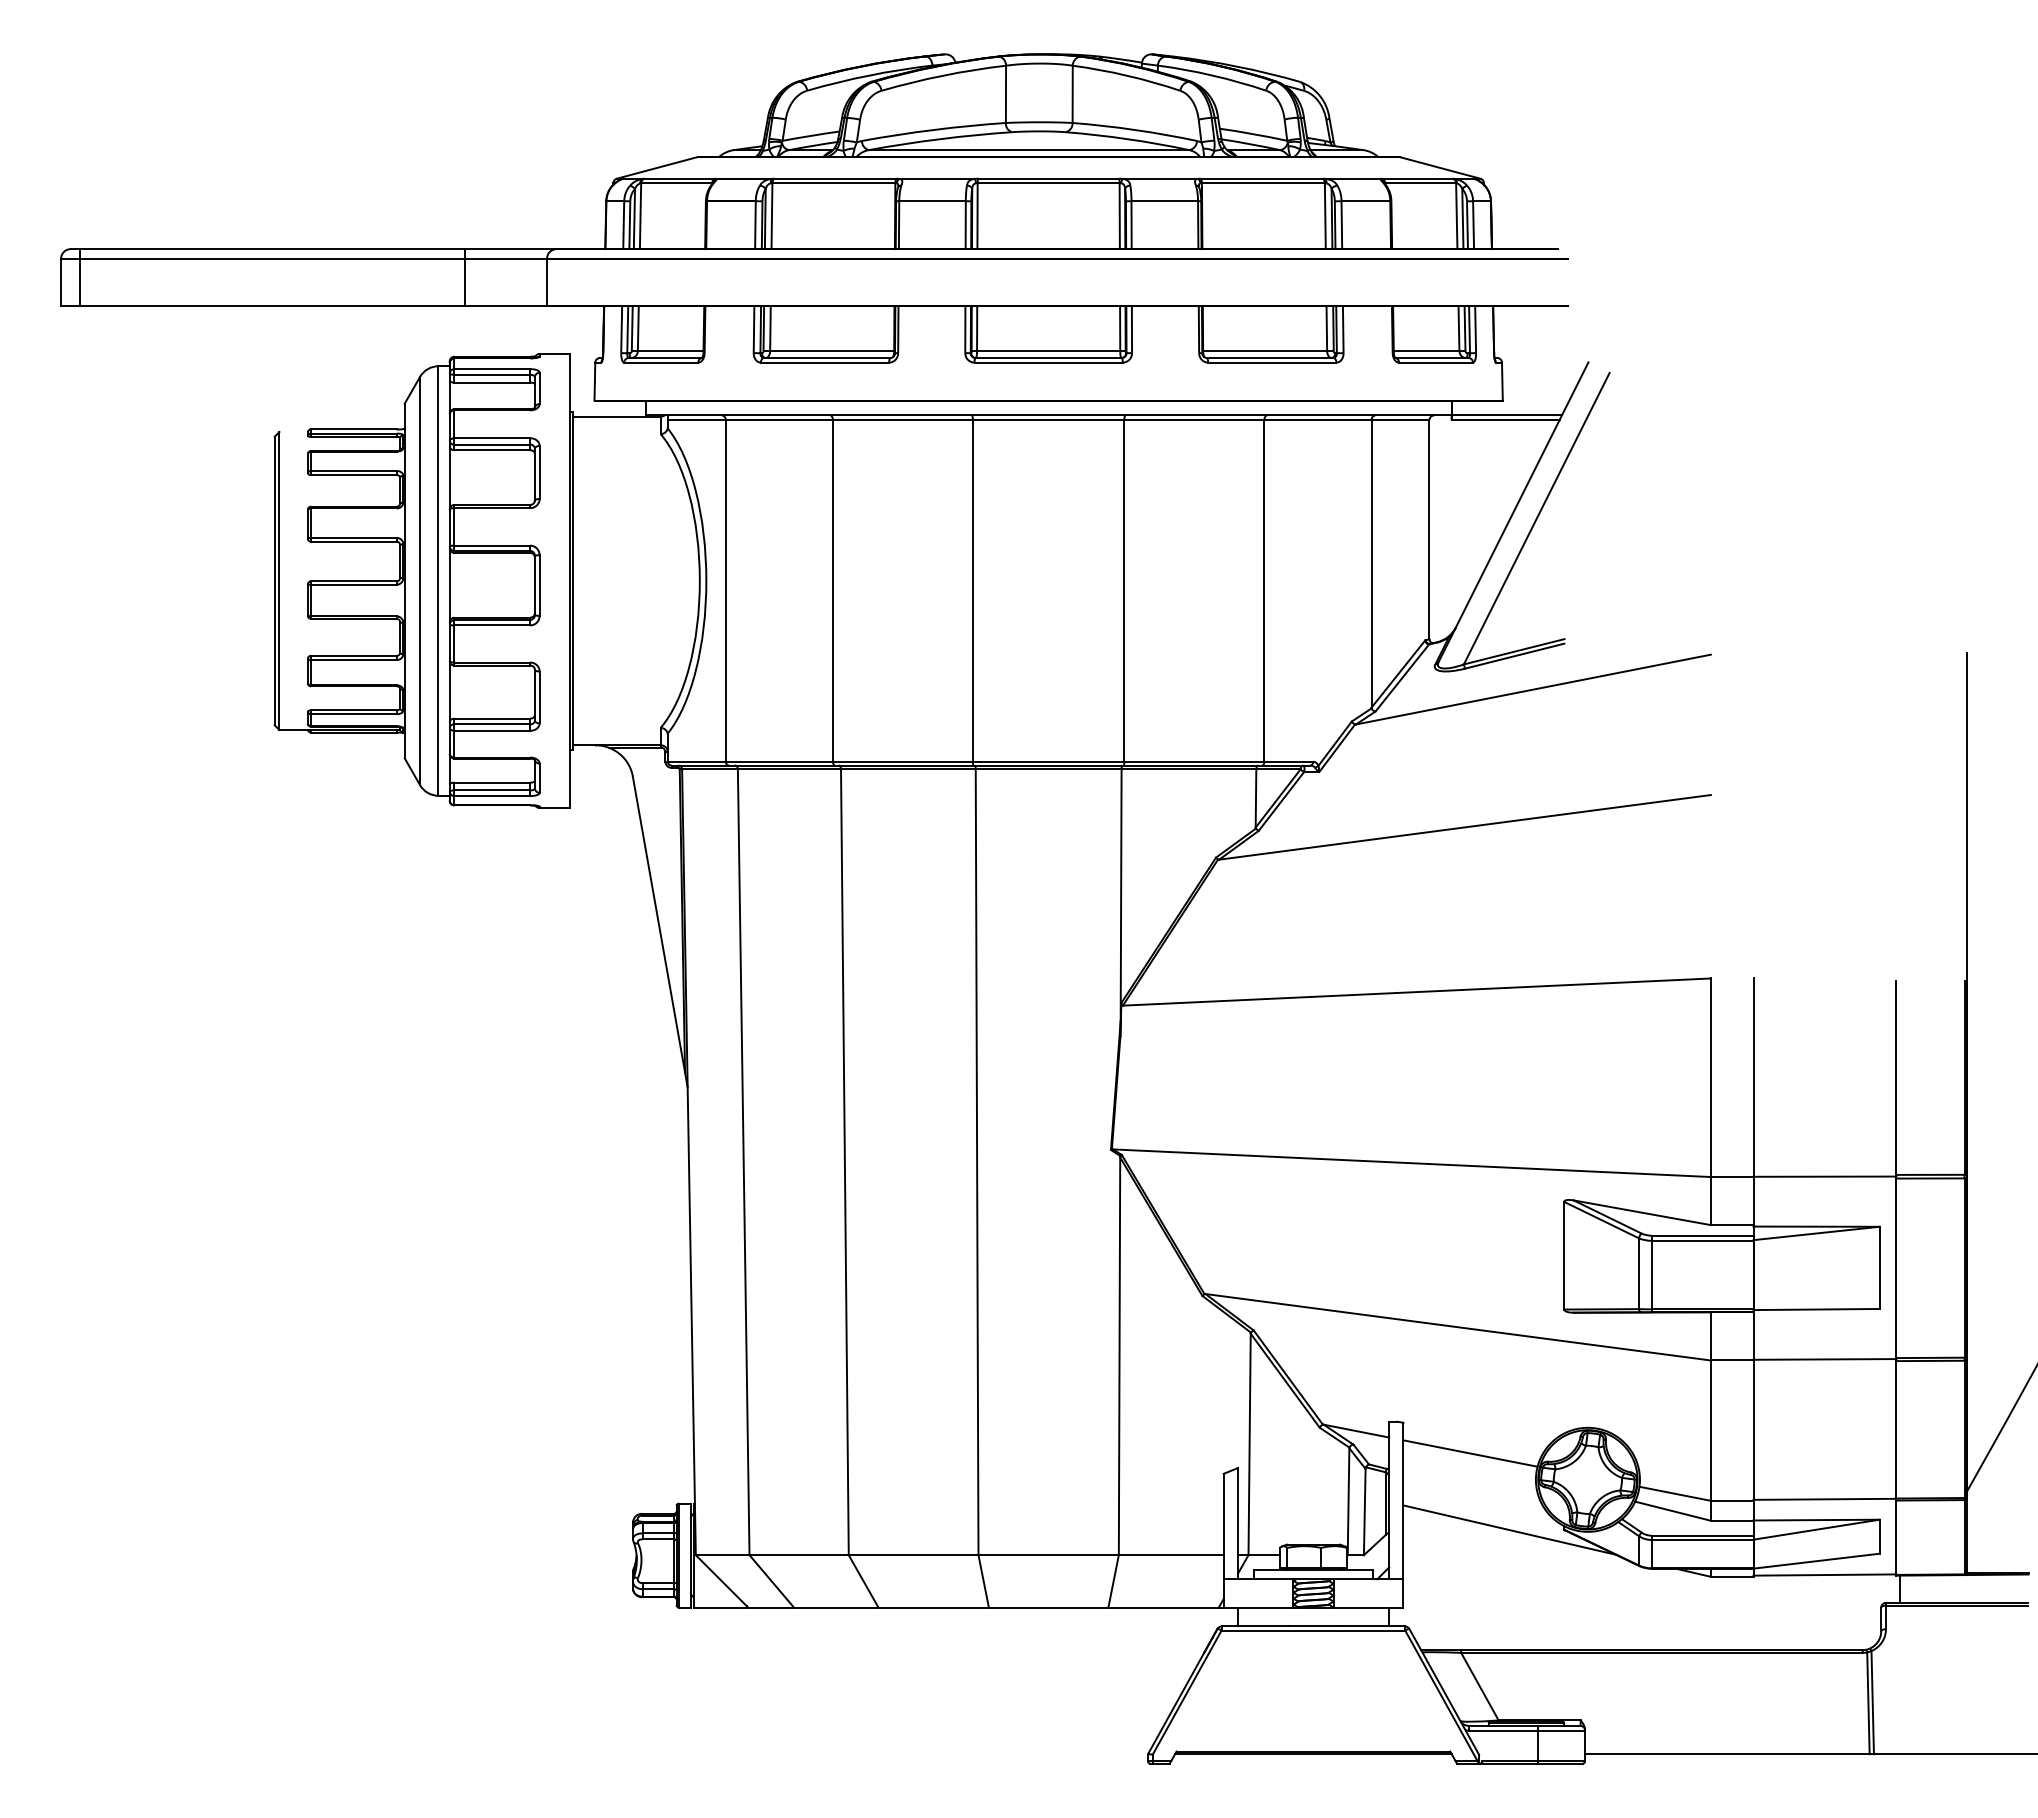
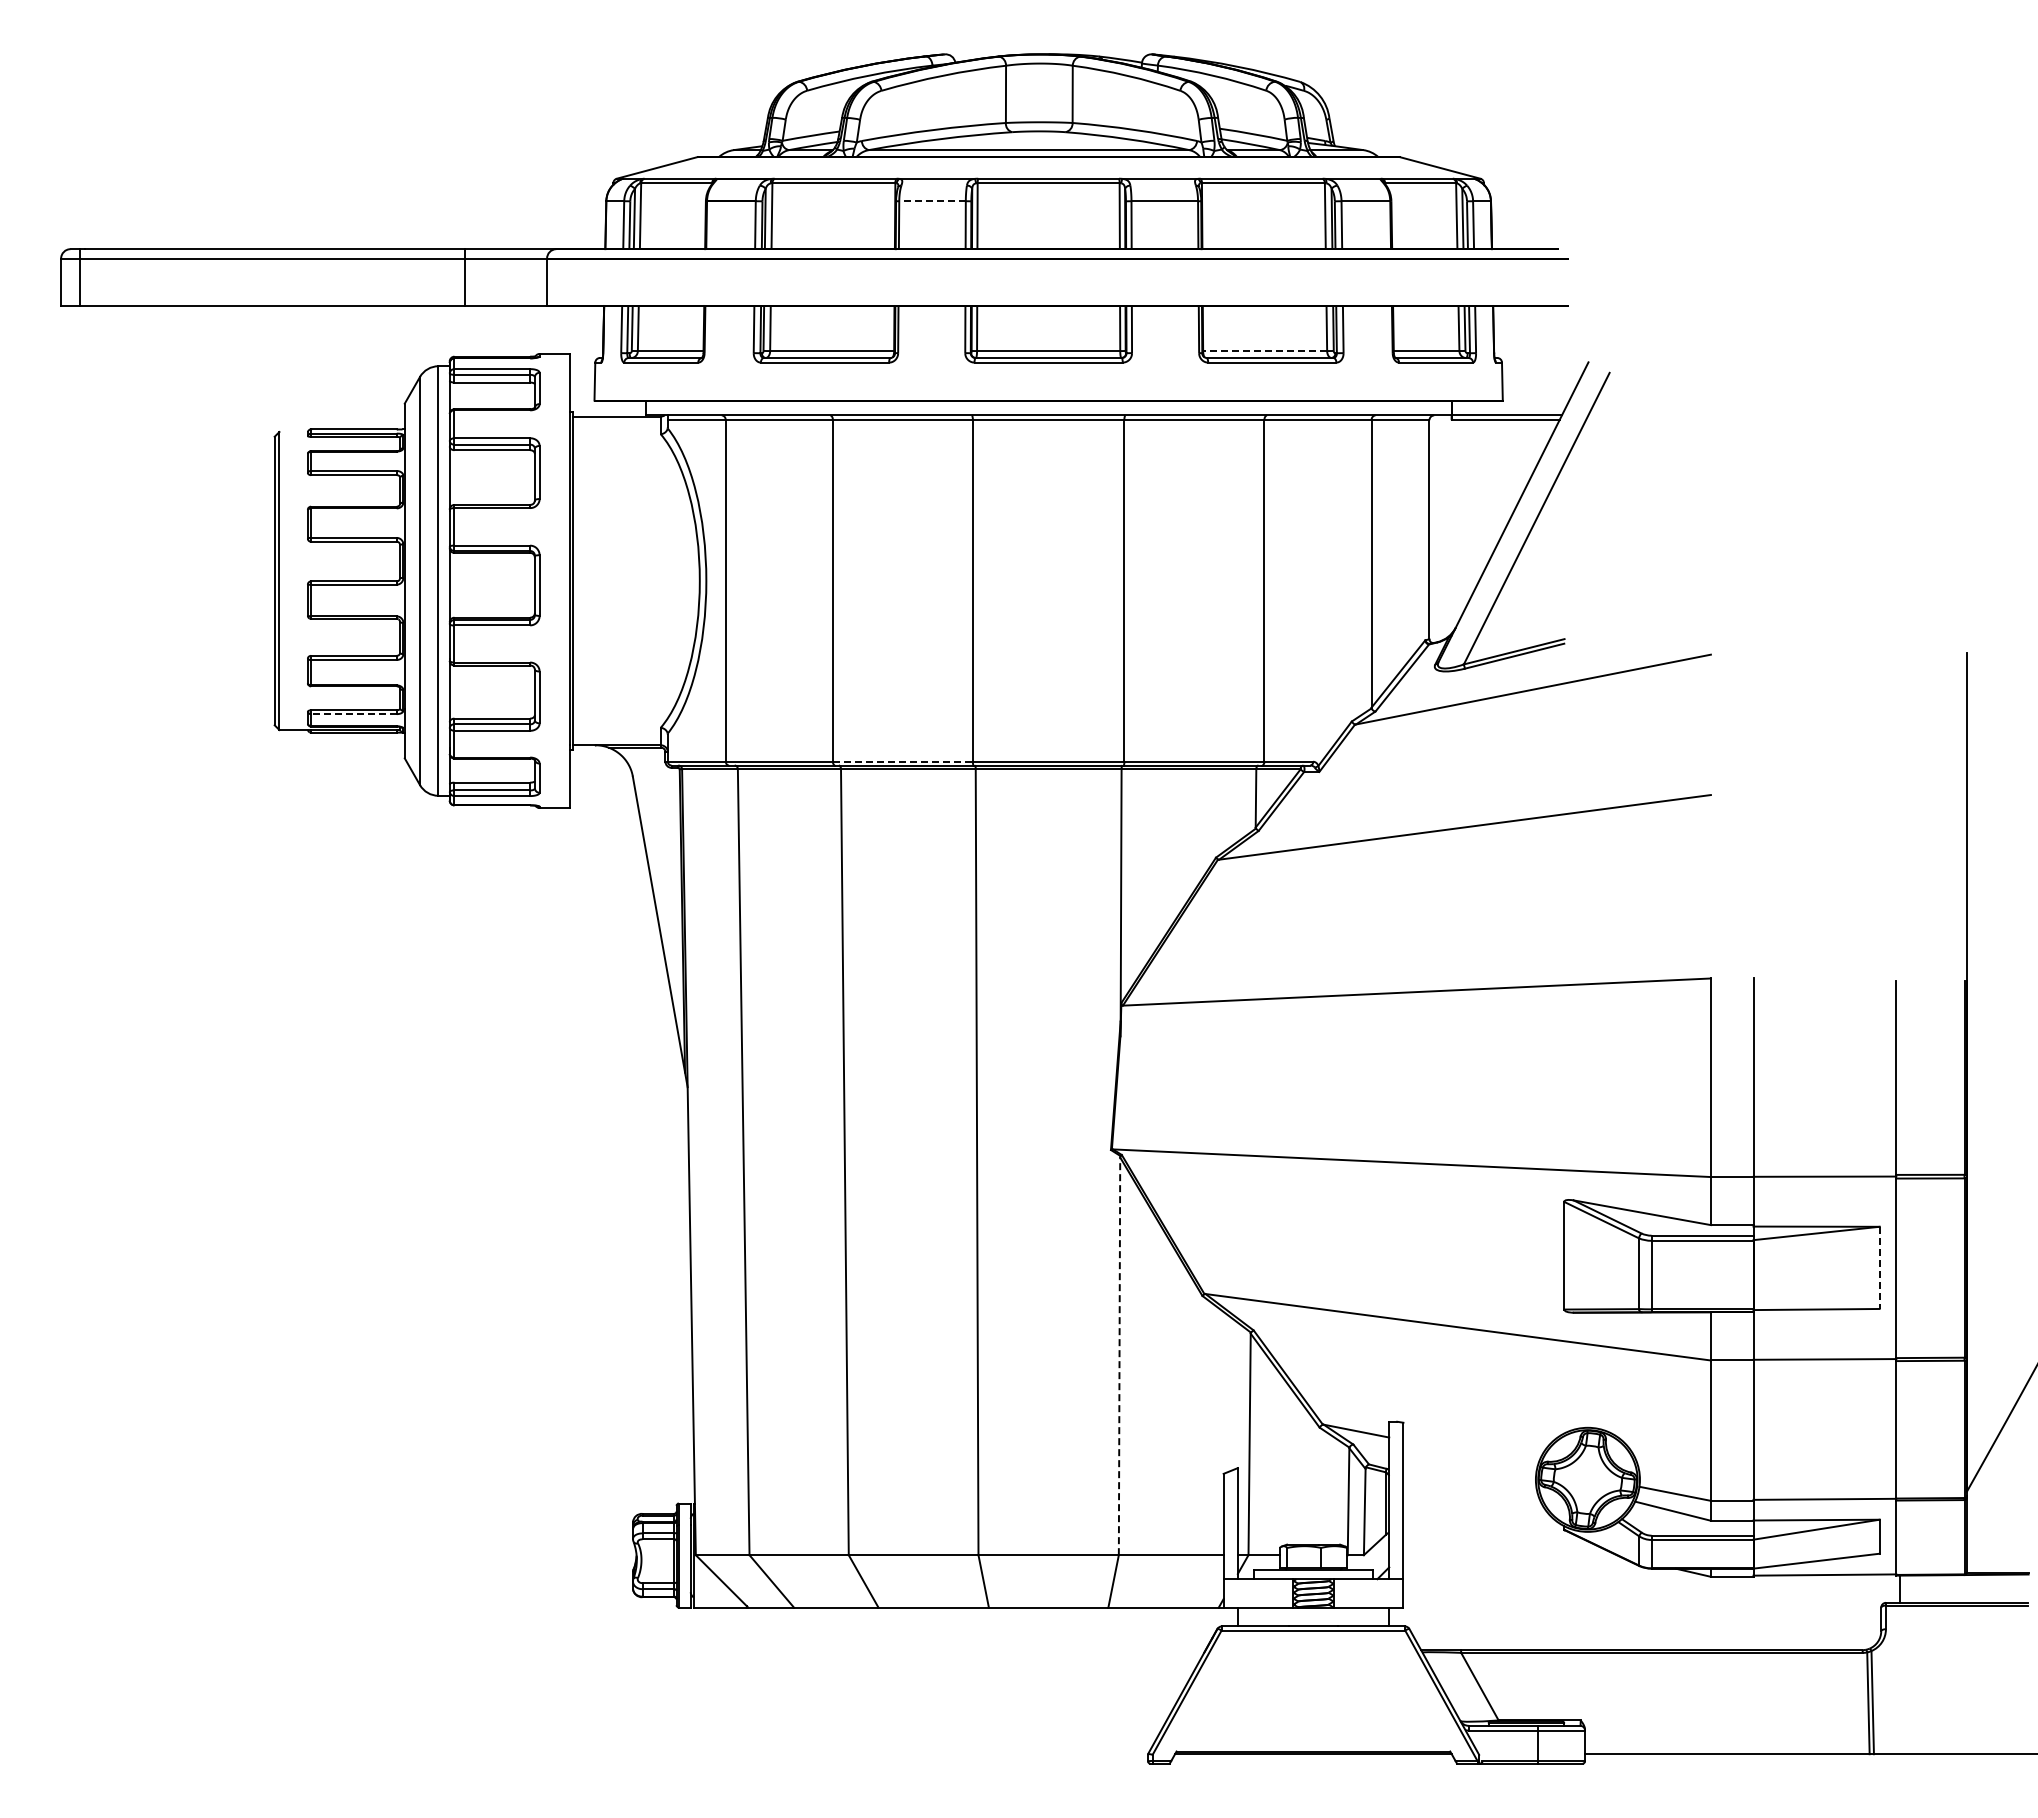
line at (932, 201): solid -> dashed
line at (1264, 351): solid -> dashed
line at (353, 714): solid -> dashed
line at (902, 761): solid -> dashed
line at (1879, 1268): solid -> dashed
line at (1119, 1356): solid -> dashed
line at (1470, 1453): present -> none
line at (1509, 1529): present -> none
